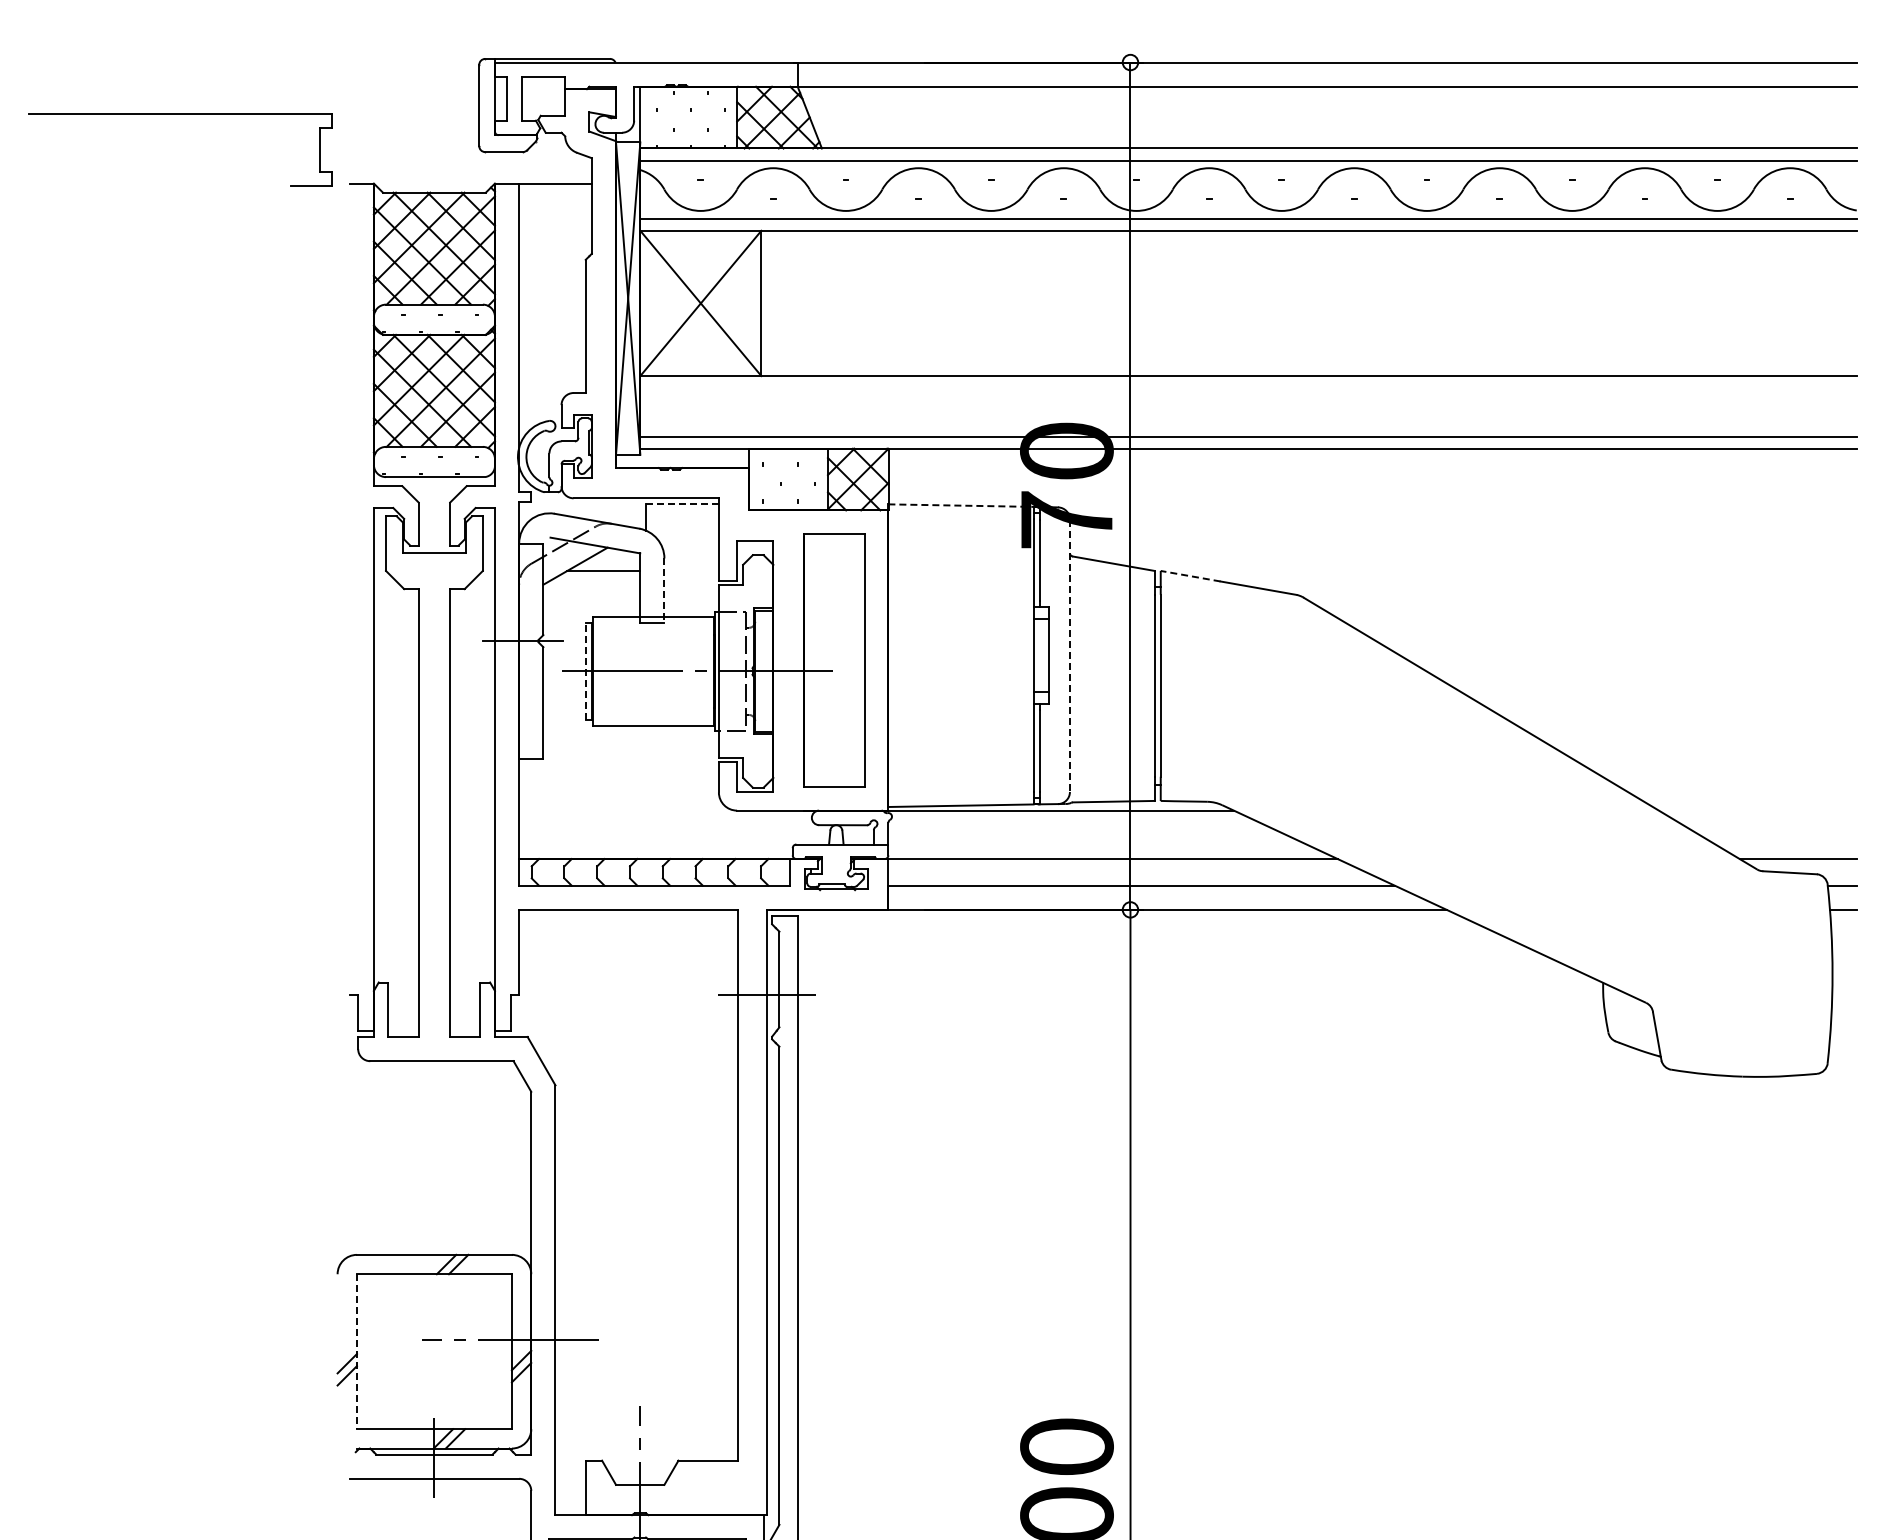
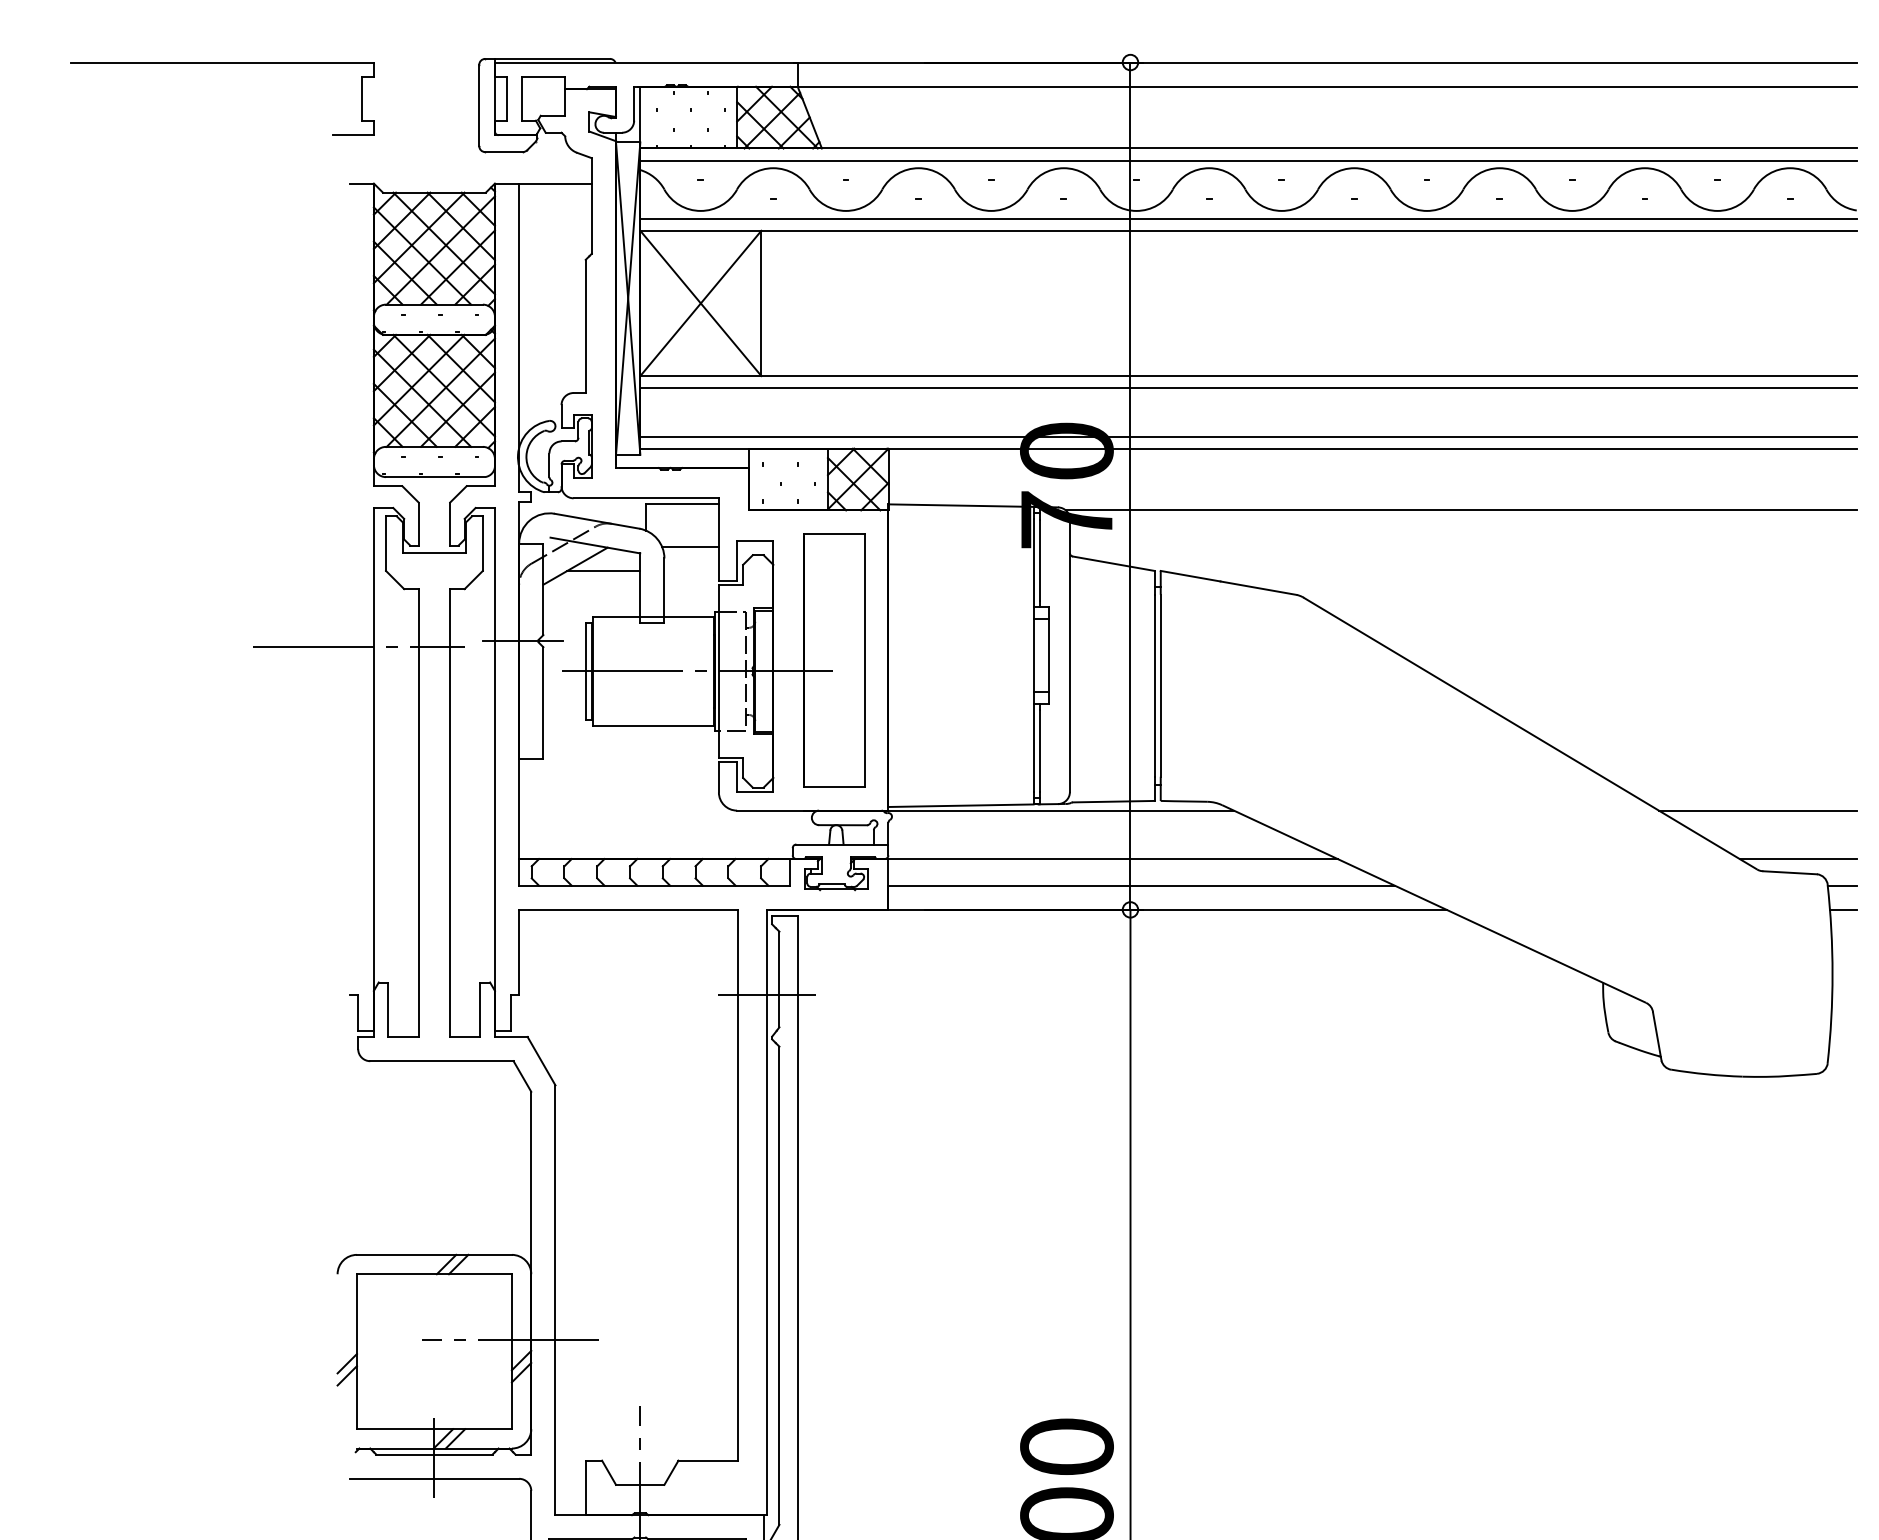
part at (180, 114) position: (180, 114) -> (222, 63)
line at (1248, 388): none -> present
line at (682, 504): dashed -> solid
line at (961, 505): dashed -> solid
line at (1460, 510): none -> present
line at (690, 546): none -> present
line at (1190, 576): dashed -> solid
line at (664, 591): dashed -> solid
line at (358, 647): none -> present
line at (1069, 655): dashed -> solid
line at (585, 670): dashed -> solid
line at (1757, 810): none -> present
line at (356, 1352): dashed -> solid
